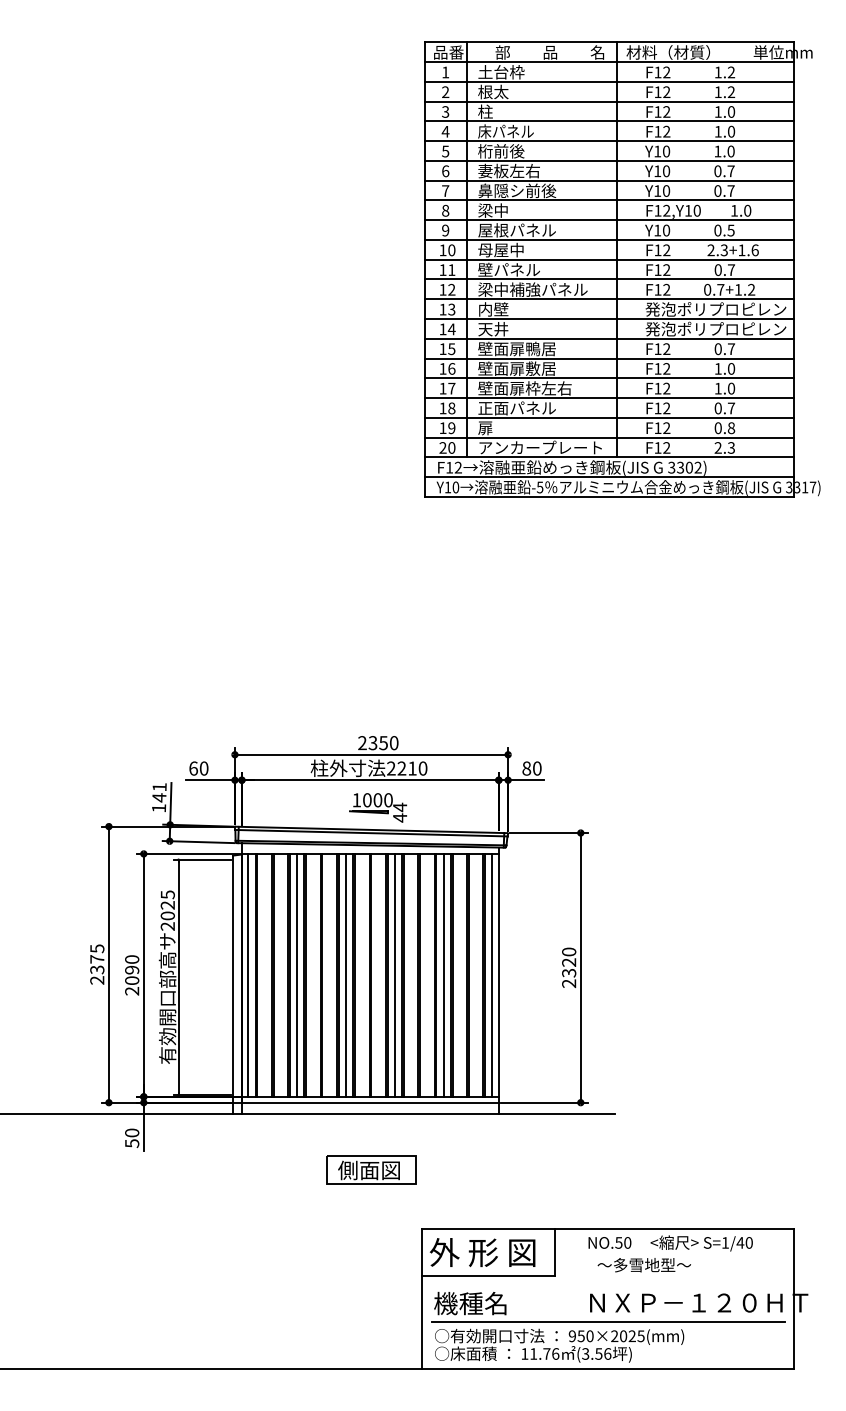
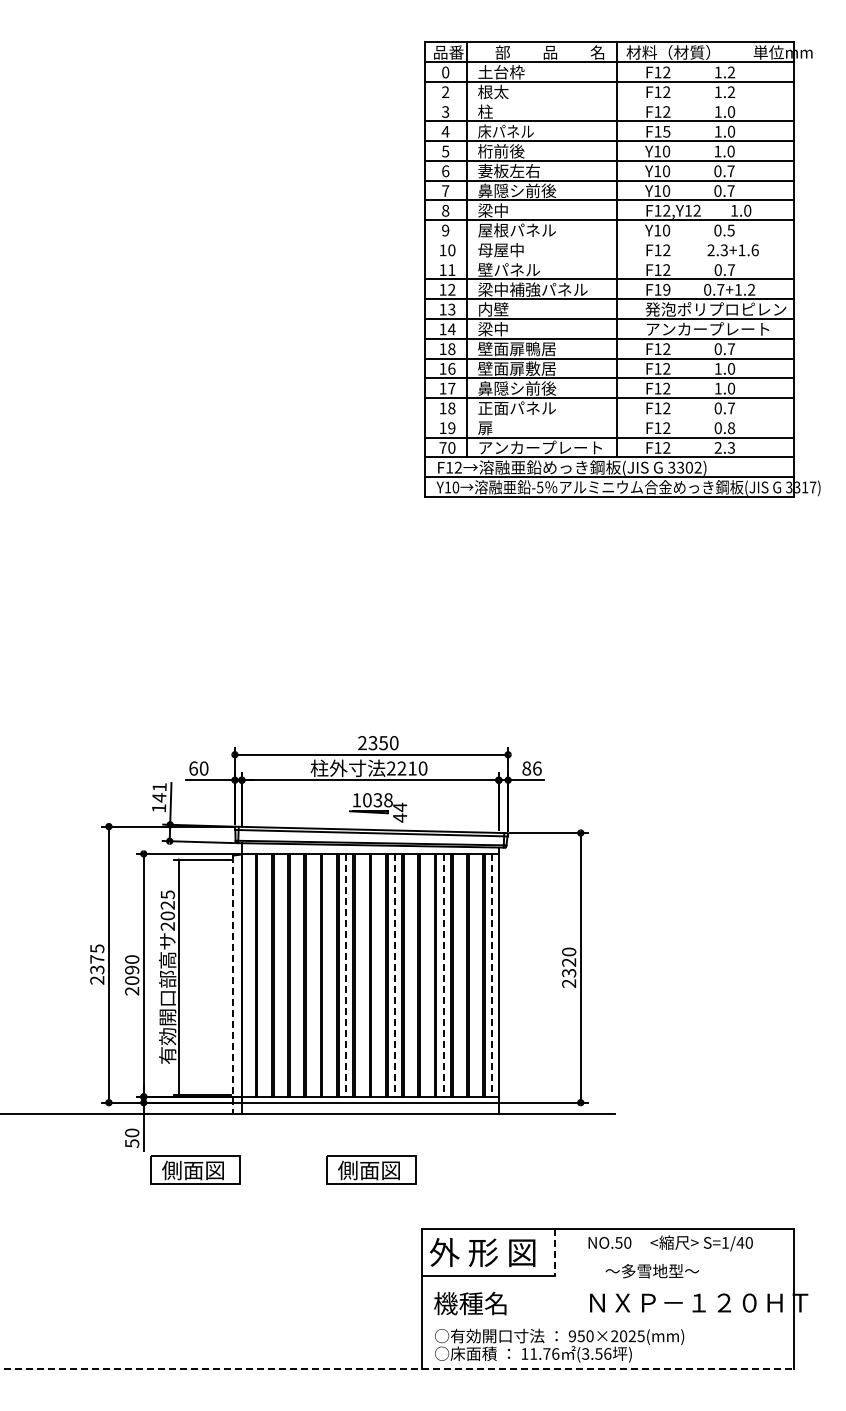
text at (445, 72): 1 -> 0
line at (609, 101): present -> none
text at (666, 131): F12 -> F15
text at (696, 210): F12,Y10 -> F12,Y12
line at (609, 239): present -> none
line at (609, 259): present -> none
text at (666, 289): F12 -> F19
text at (715, 328): 発泡ポリプロピレン -> アンカープレート
text at (493, 329): 天井 -> 梁中
text at (451, 348): 15 -> 18
text at (524, 388): 壁面扉枠左右 -> 鼻隠シ前後
line at (609, 417): present -> none
text at (442, 447): 20 -> 70
text at (537, 768): 80 -> 86
text at (382, 800): 1000 -> 1038
line at (248, 974): present -> none
line at (297, 974): present -> none
line at (345, 975): solid -> dashed
line at (394, 975): solid -> dashed
line at (443, 975): solid -> dashed
line at (492, 975): solid -> dashed
line at (232, 985): solid -> dashed
part at (195, 1169): none -> present
line at (555, 1252): solid -> dashed
text at (643, 1265) position: (643, 1265) -> (651, 1271)
line at (607, 1322): present -> none
line at (397, 1368): solid -> dashed
